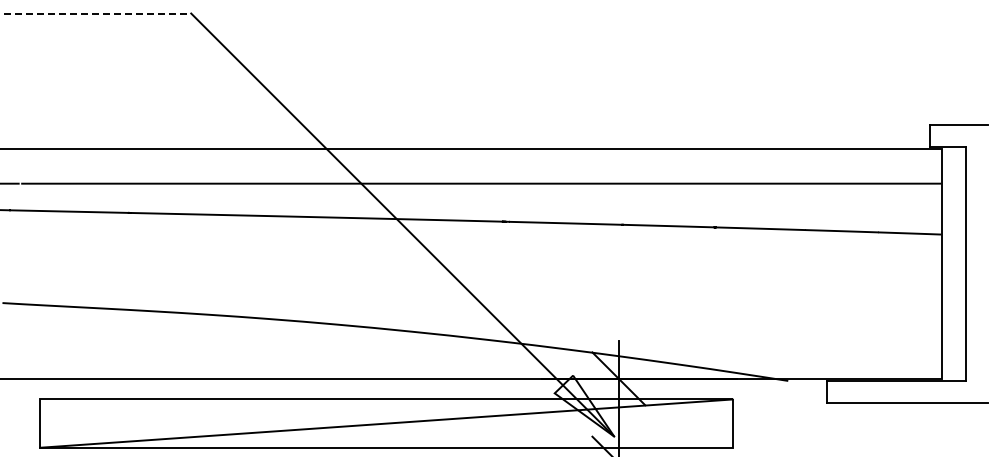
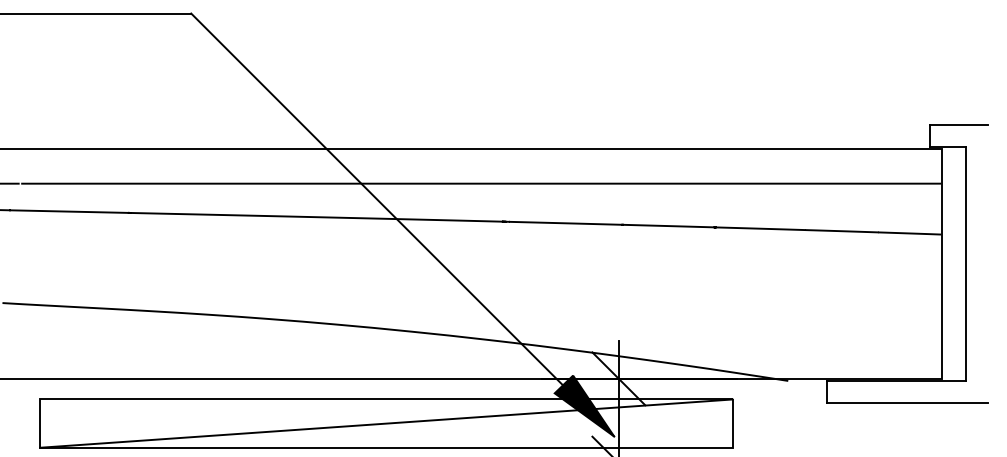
line at (96, 13): dashed -> solid
fill at (584, 405): none -> present
